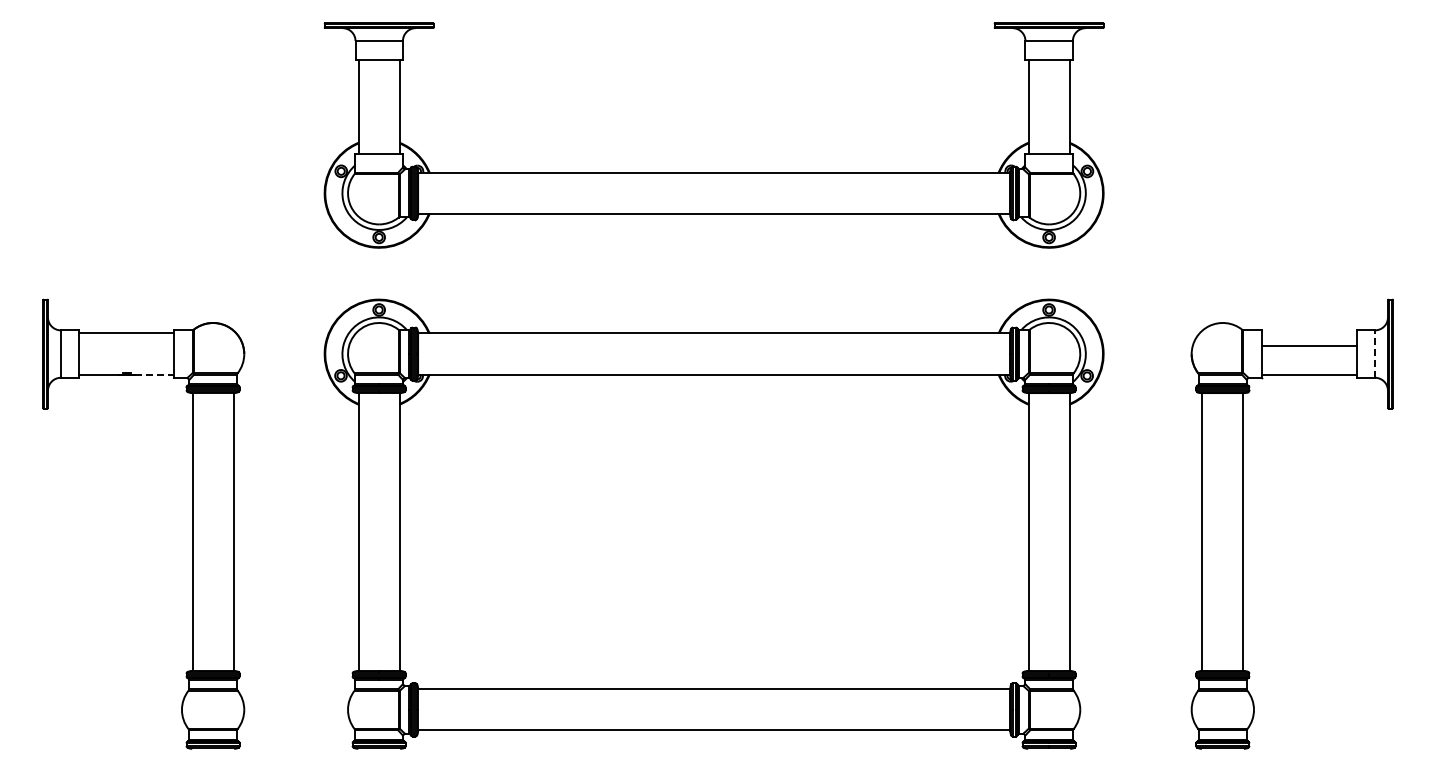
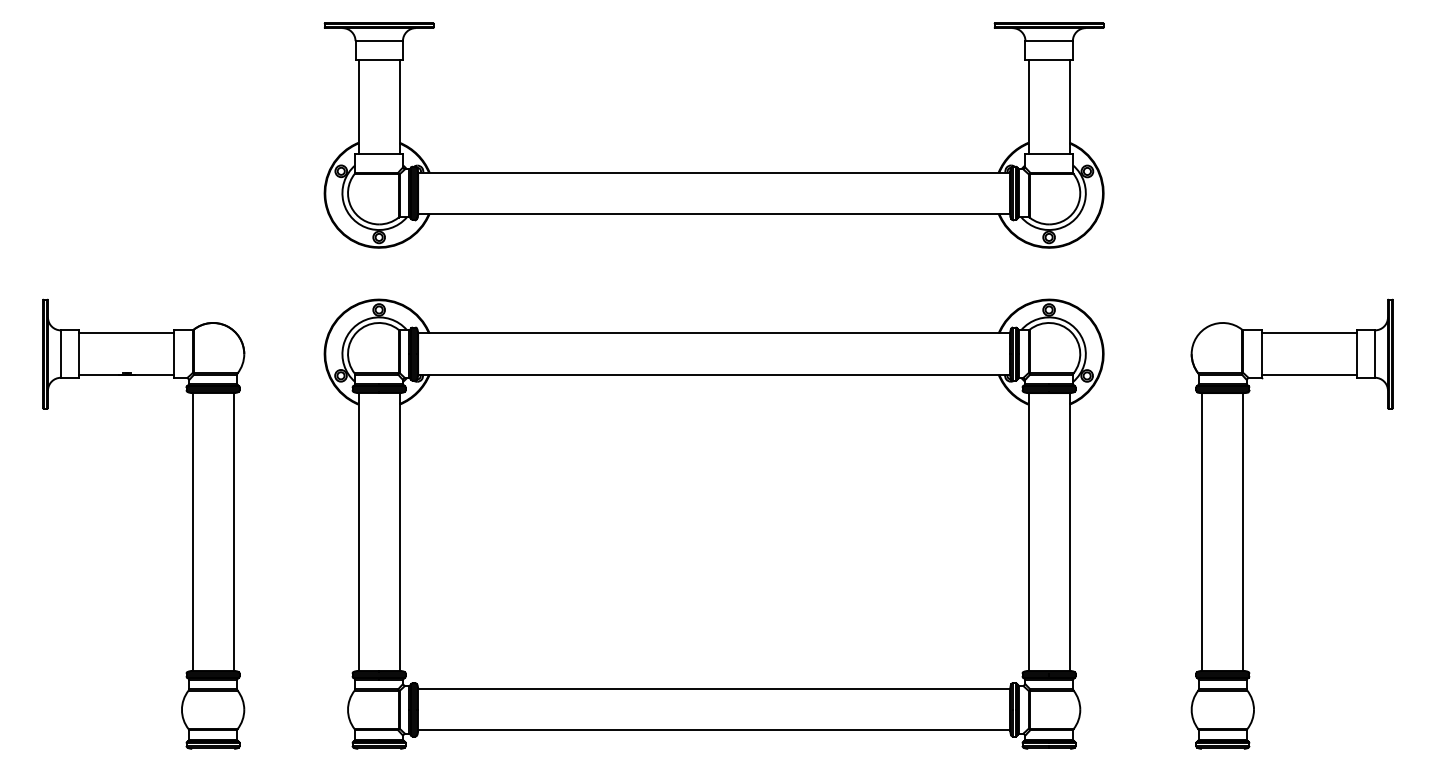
line at (1308, 346) position: (1308, 346) -> (1308, 333)
line at (1375, 354): dashed -> solid
line at (154, 374): dashed -> solid
